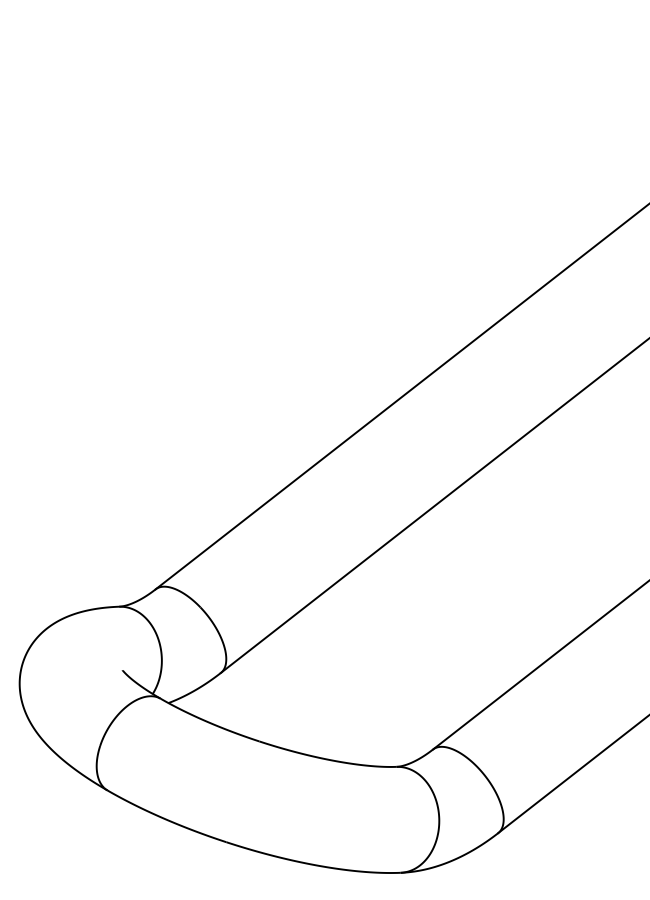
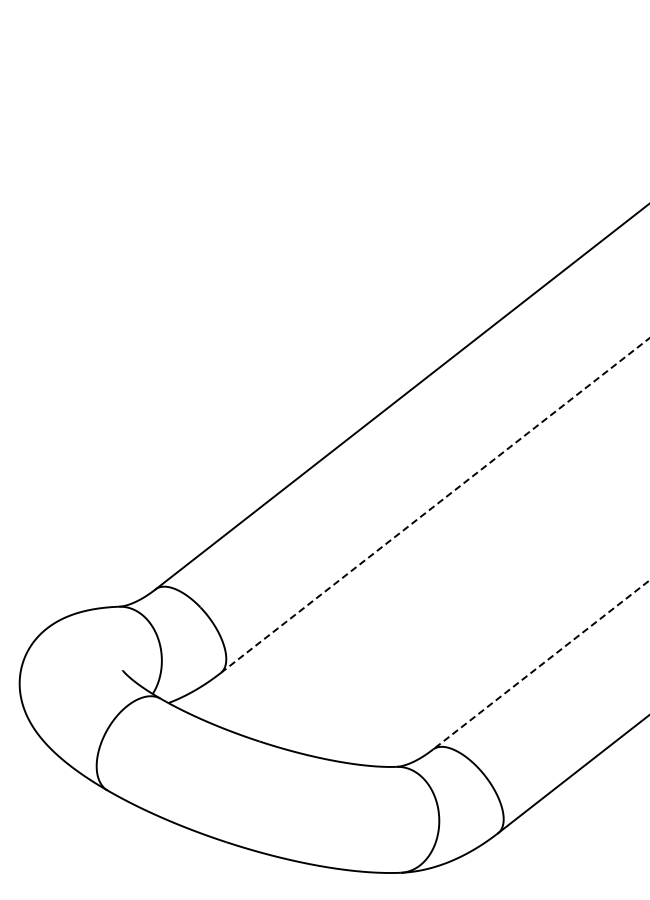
line at (435, 505): solid -> dashed
line at (540, 665): solid -> dashed
